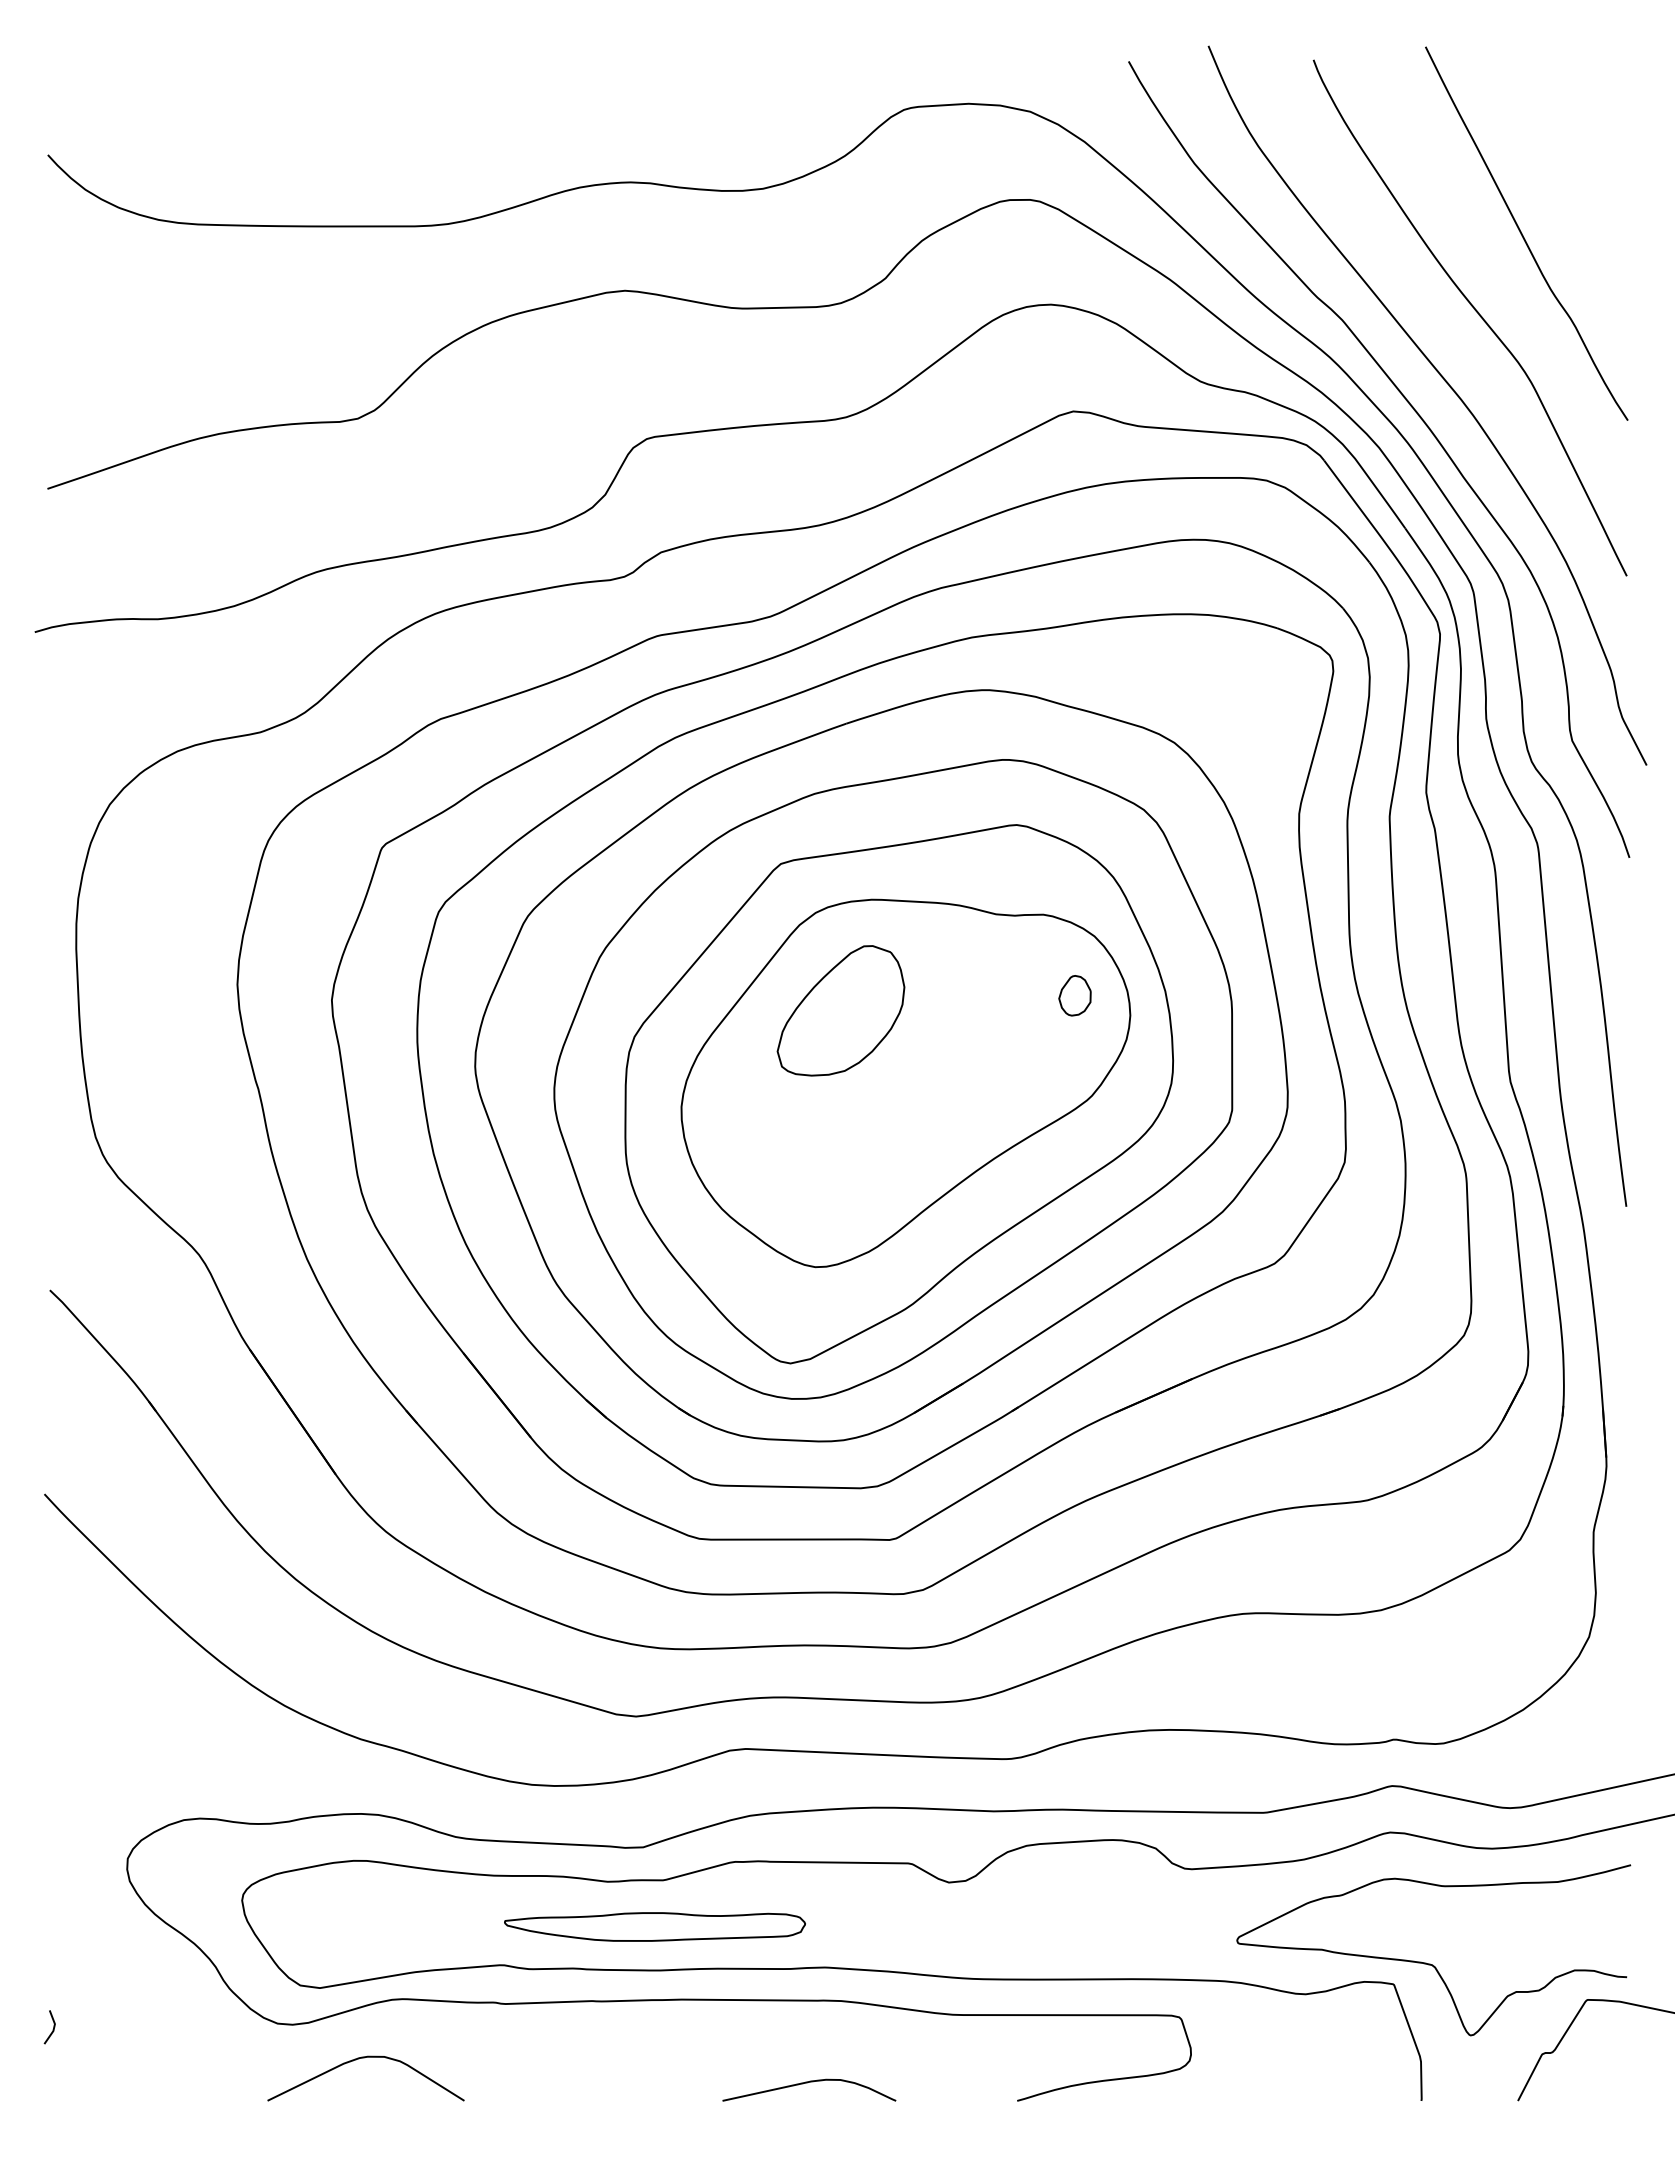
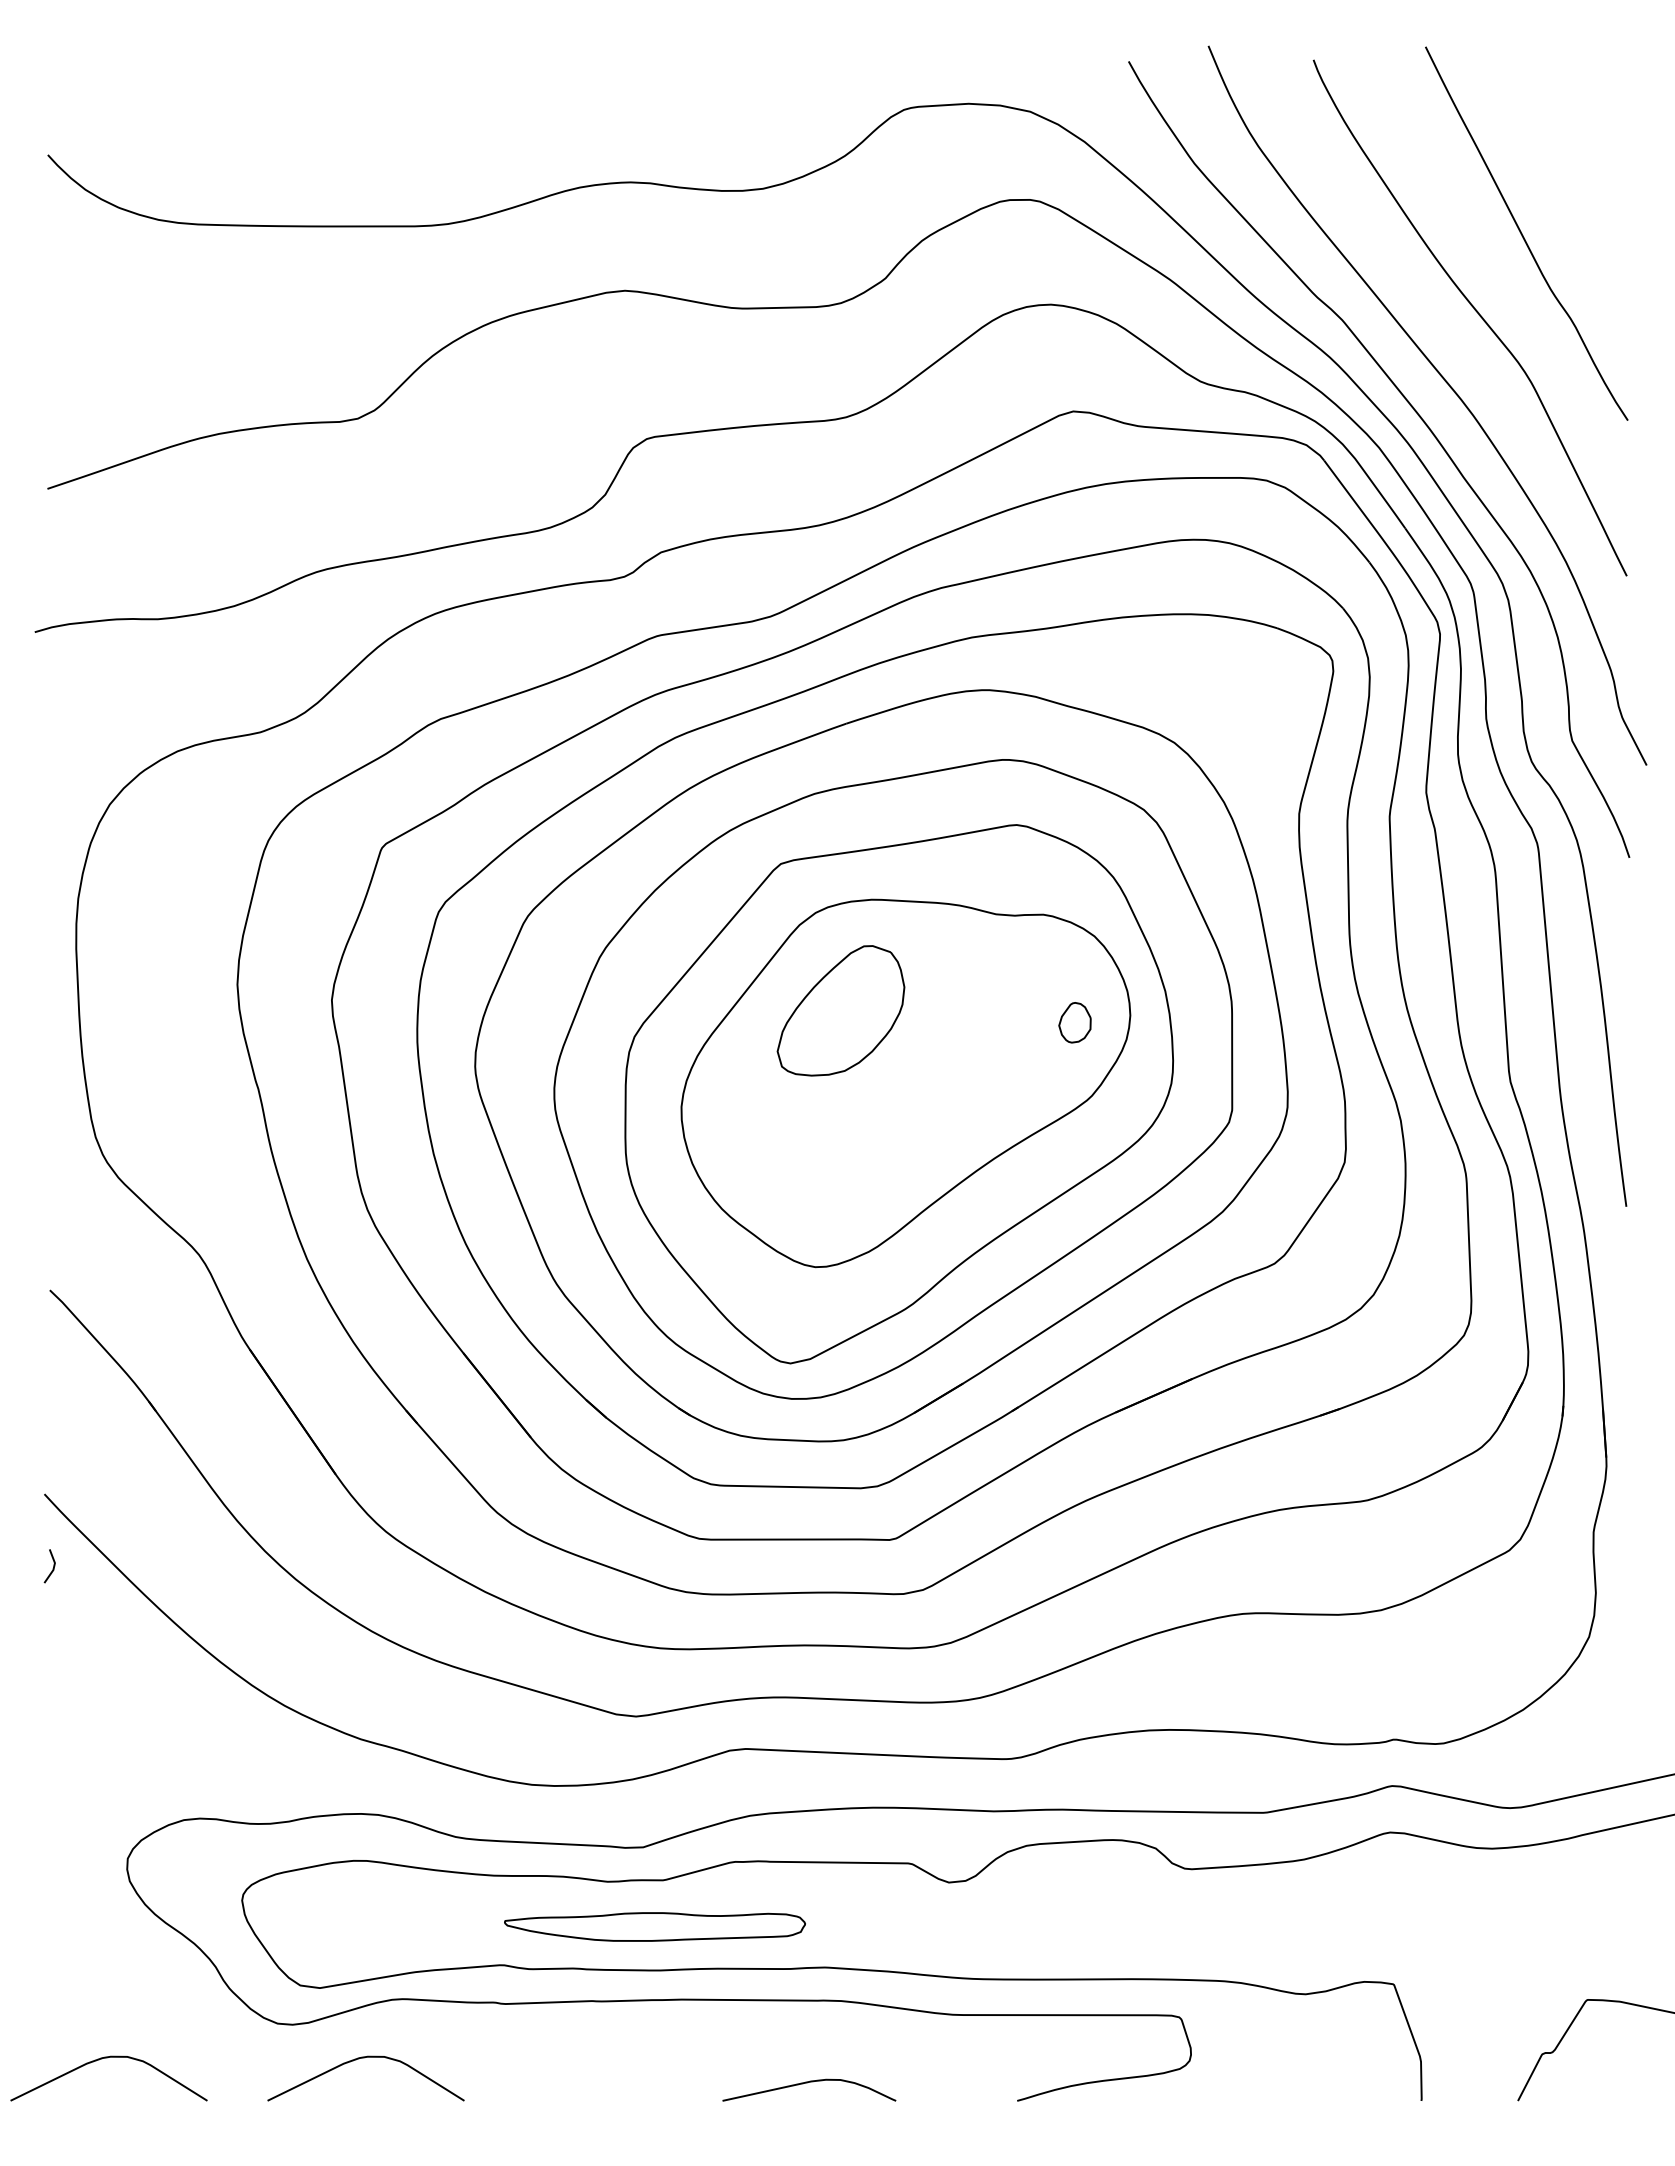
part at (1074, 995) position: (1074, 995) -> (1074, 1022)
curve at (1430, 1963): present -> none
line at (52, 2029) position: (52, 2029) -> (52, 1568)
curve at (102, 2059): none -> present
